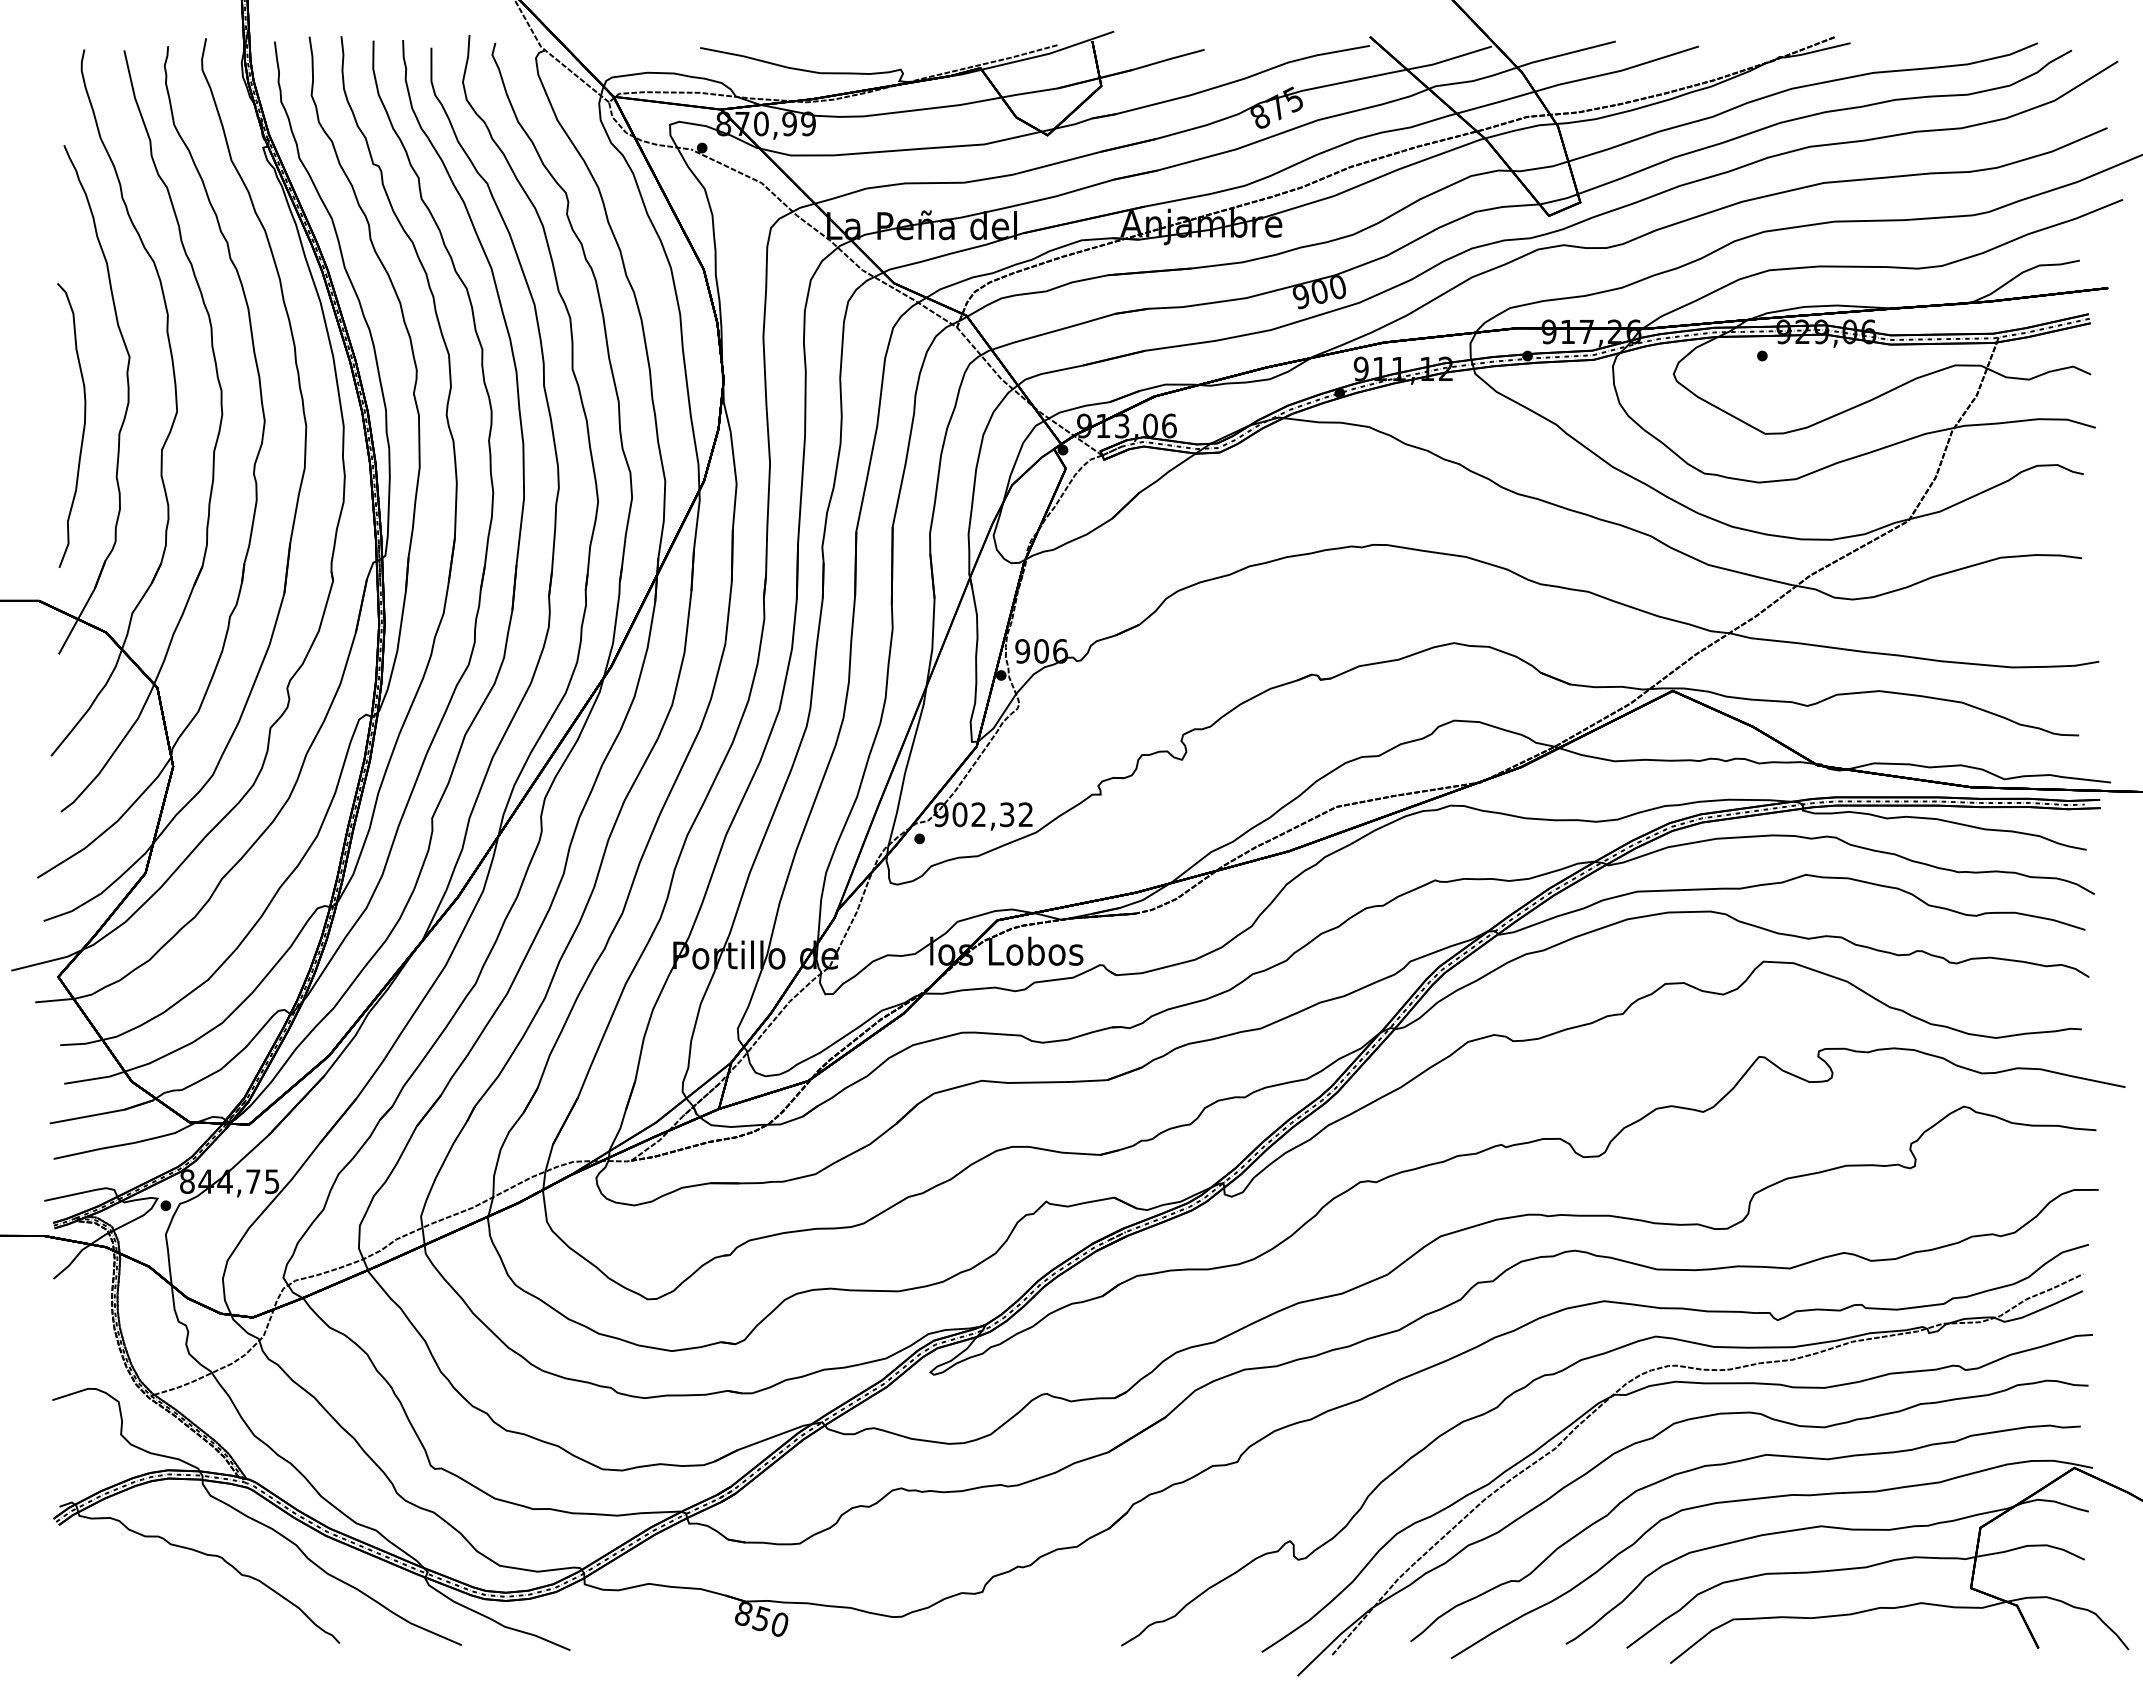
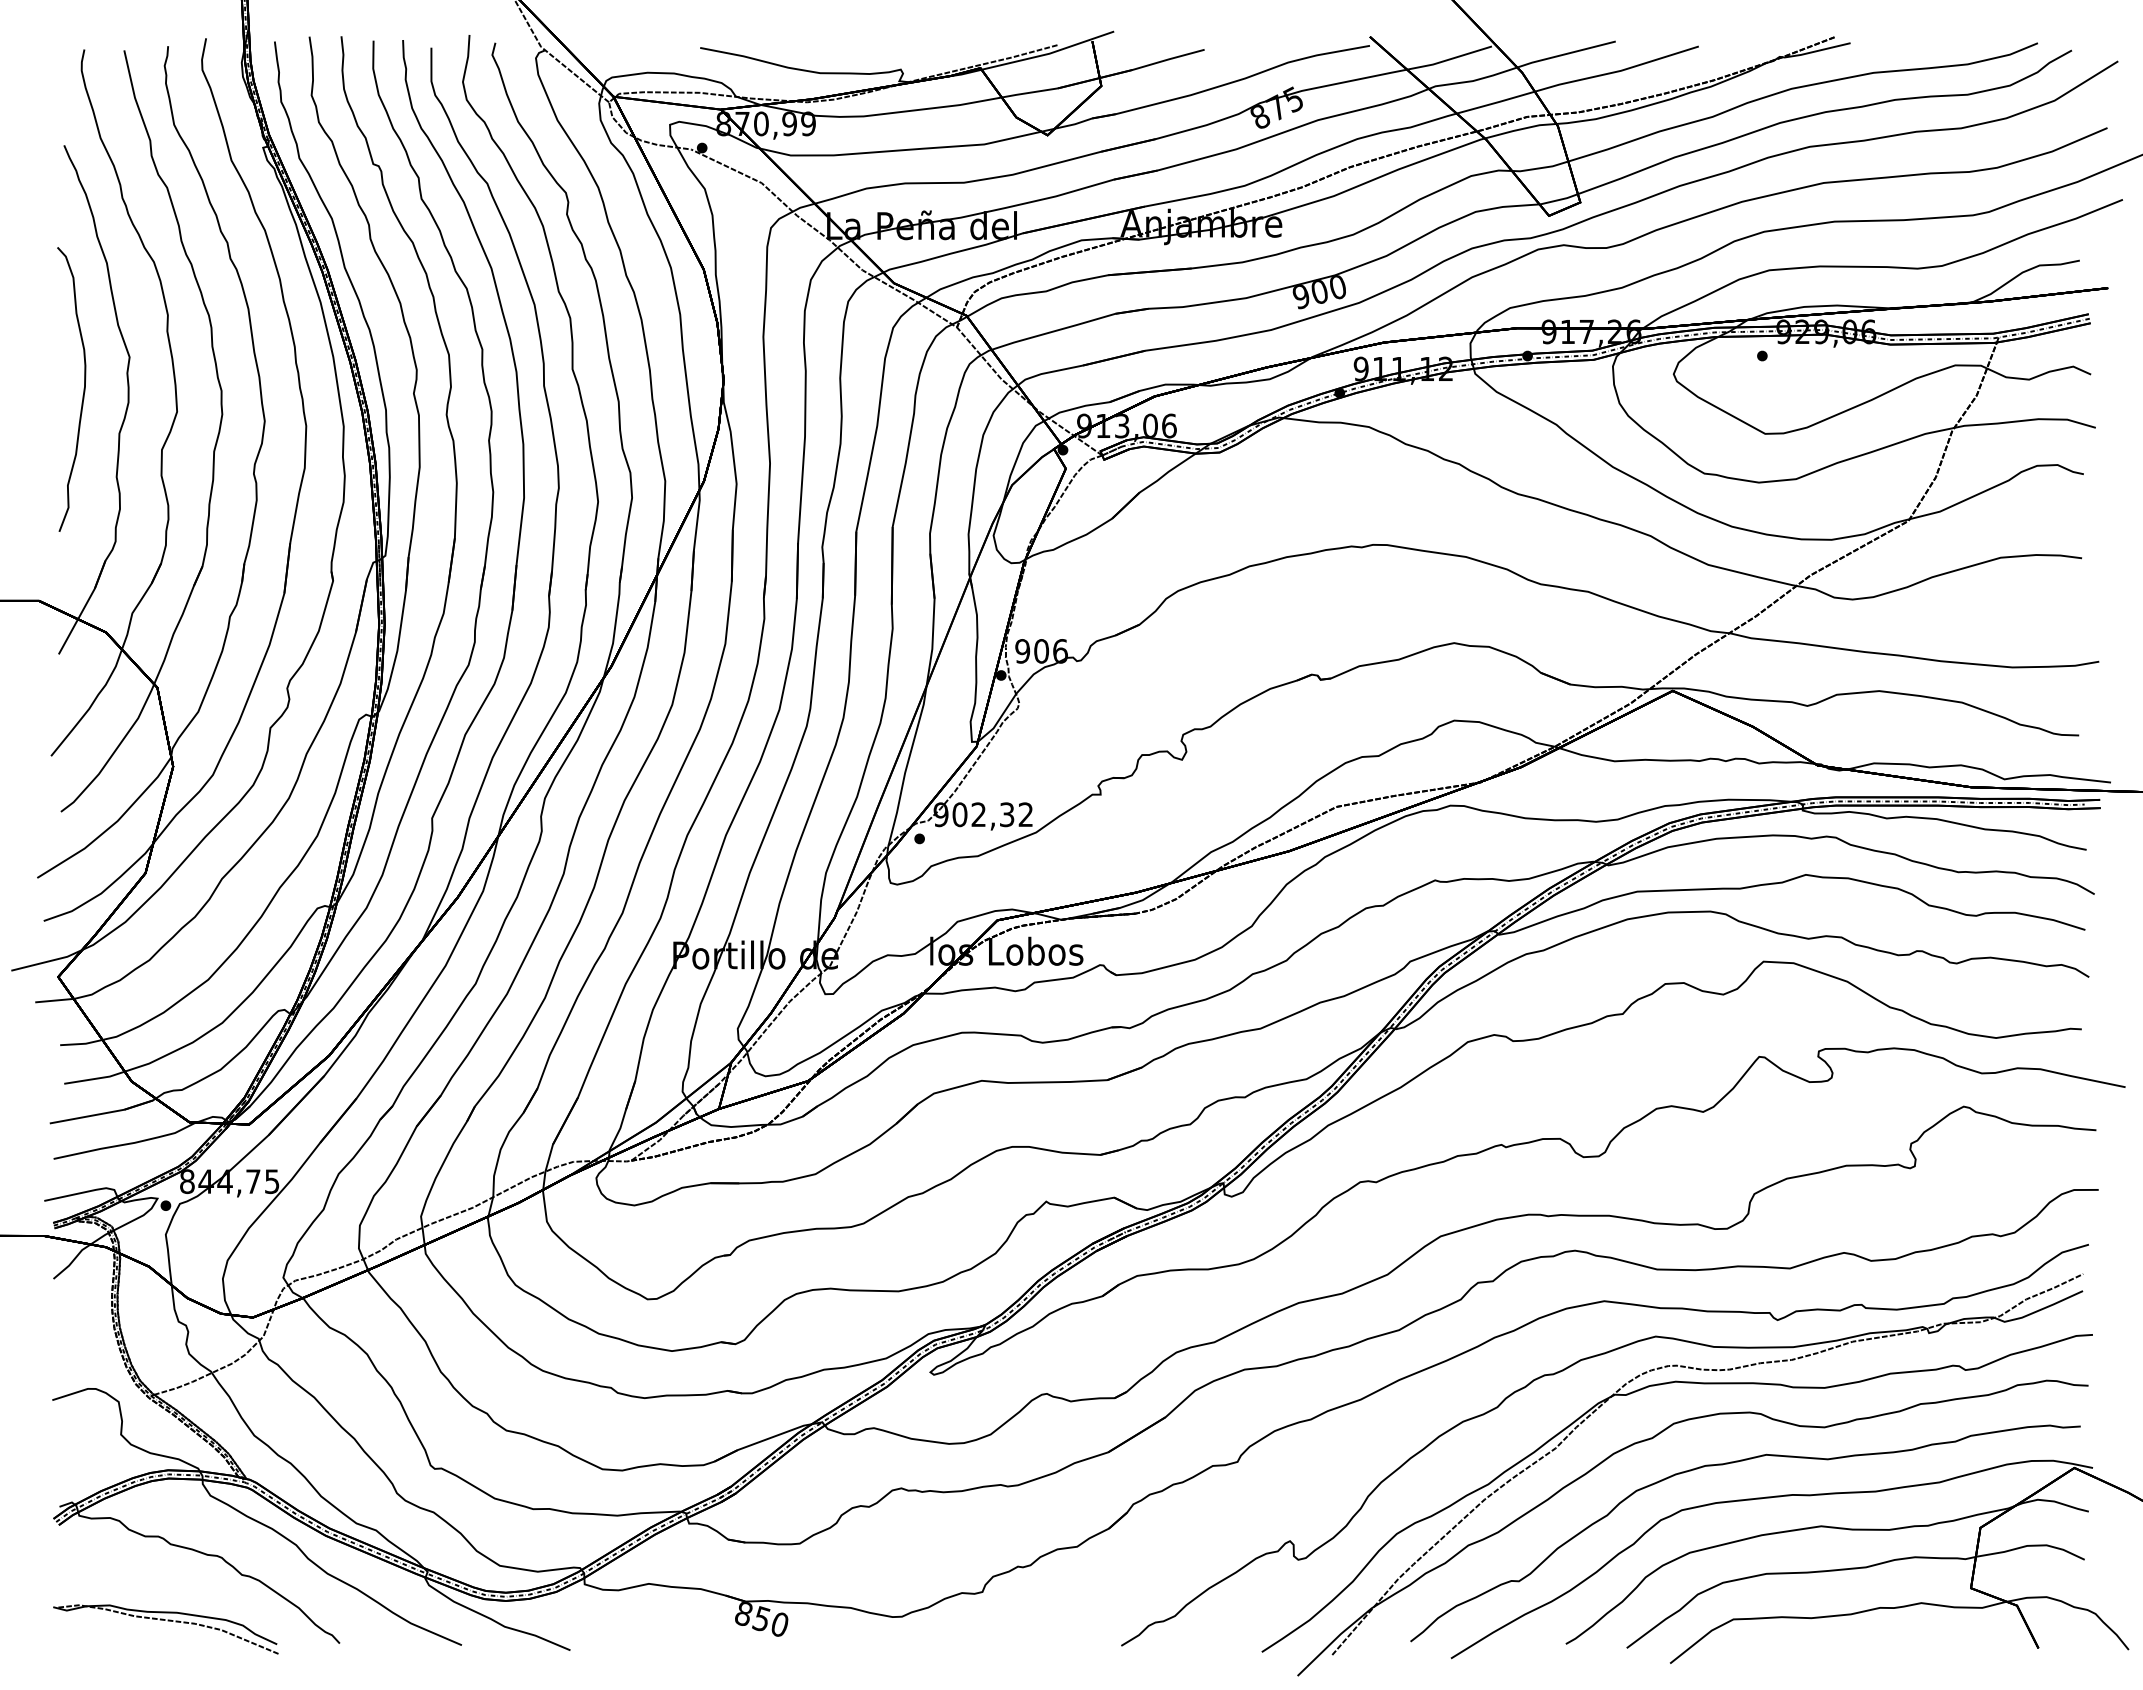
curve at (83, 425) position: (83, 425) -> (83, 389)
part at (167, 1621): none -> present
